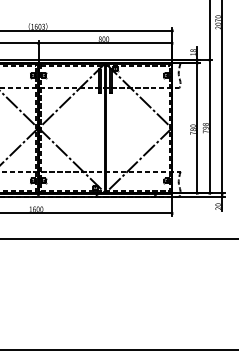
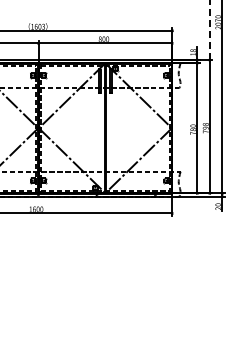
line at (209, 30): solid -> dashed
line at (118, 238): present -> none
line at (118, 350): present -> none
